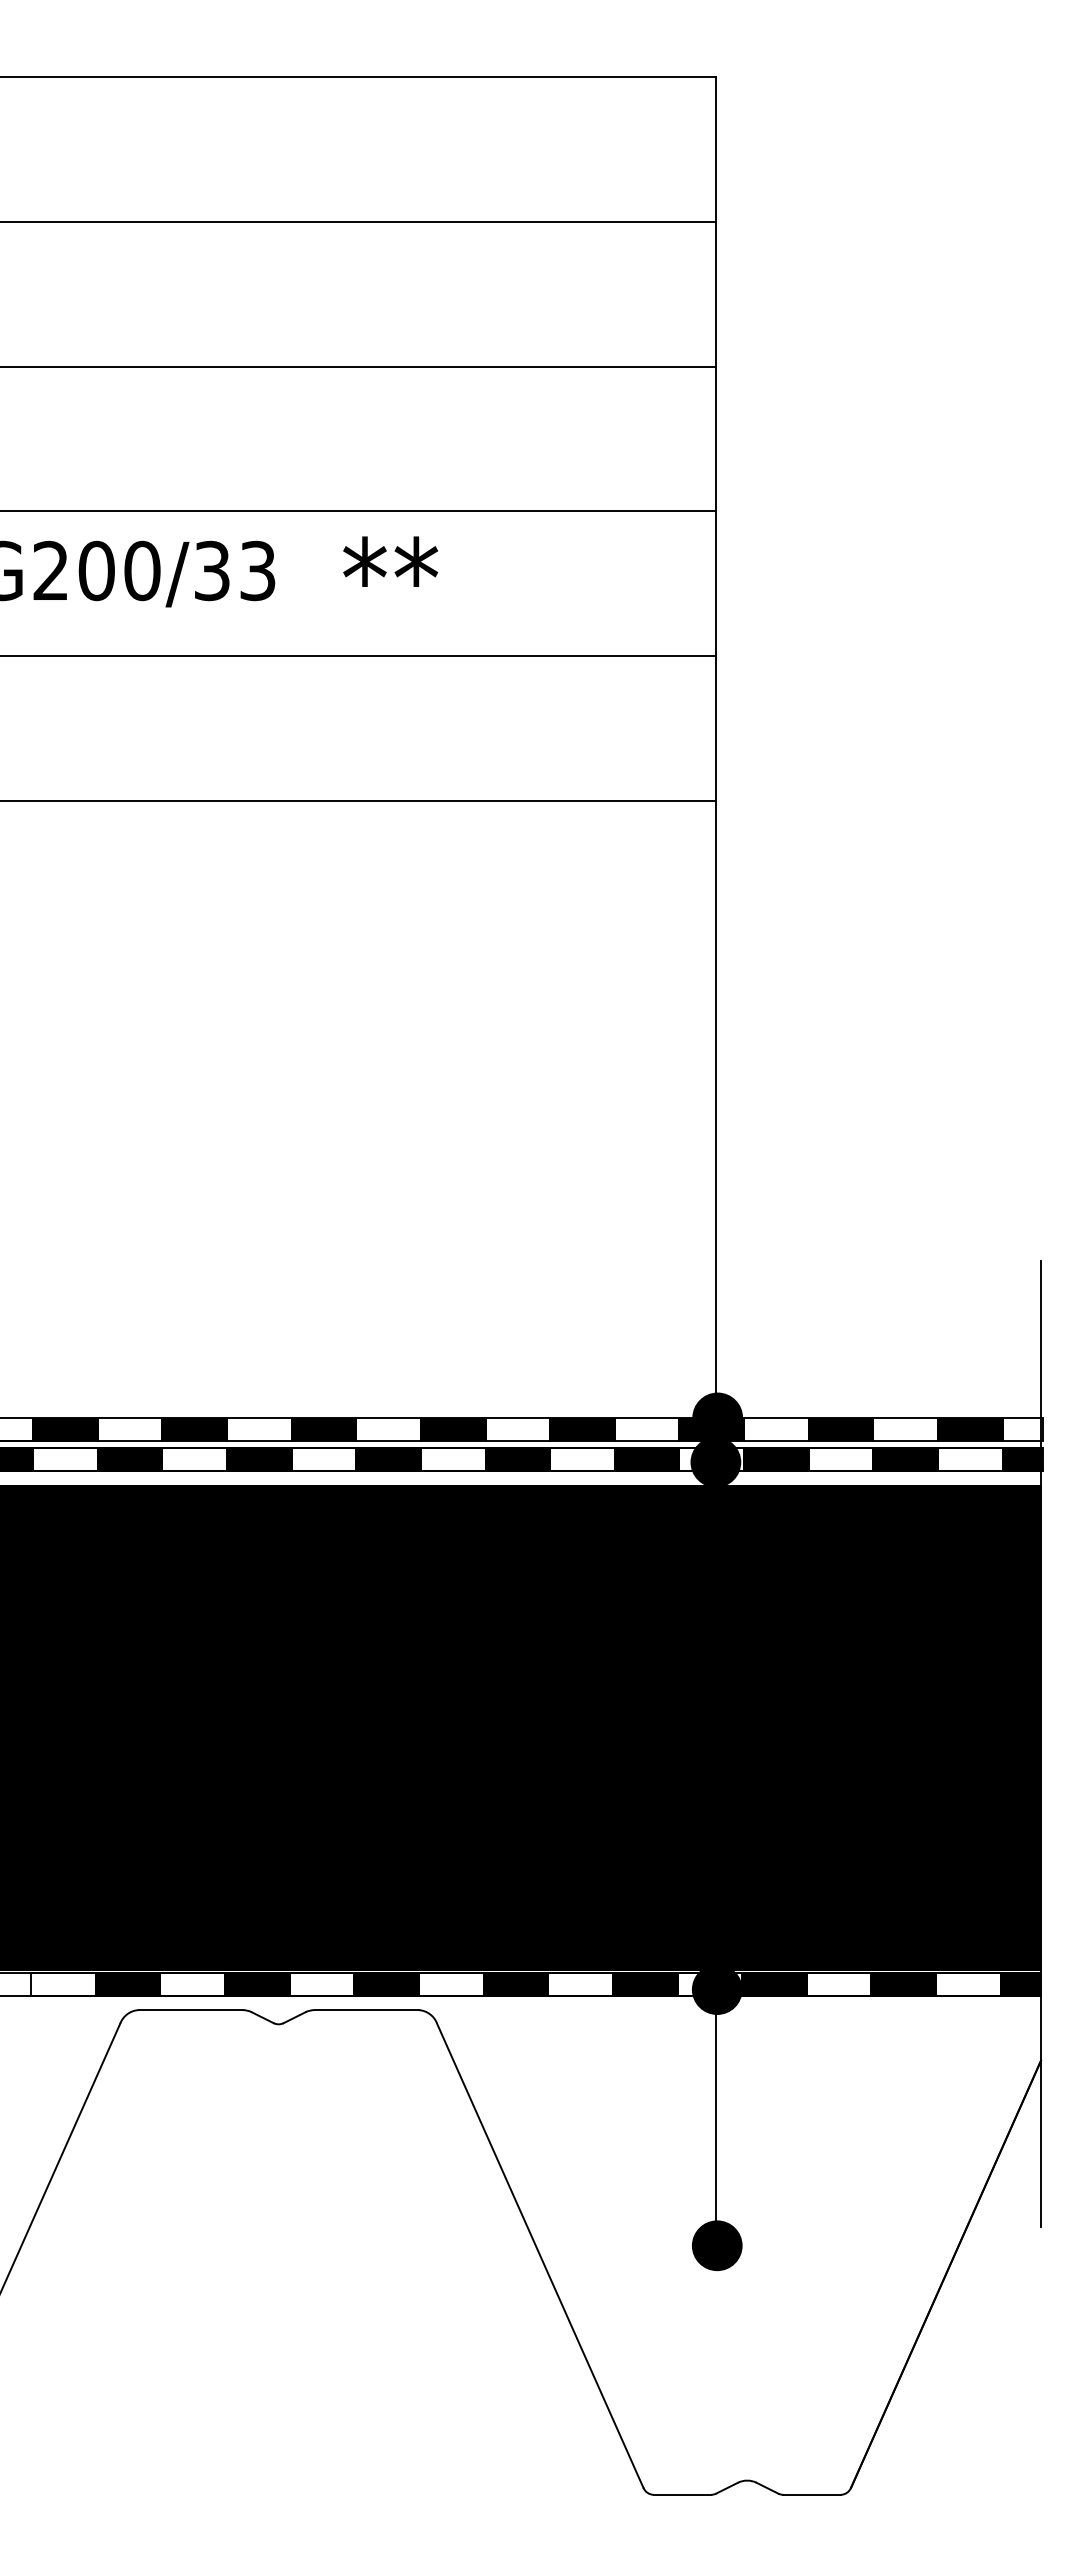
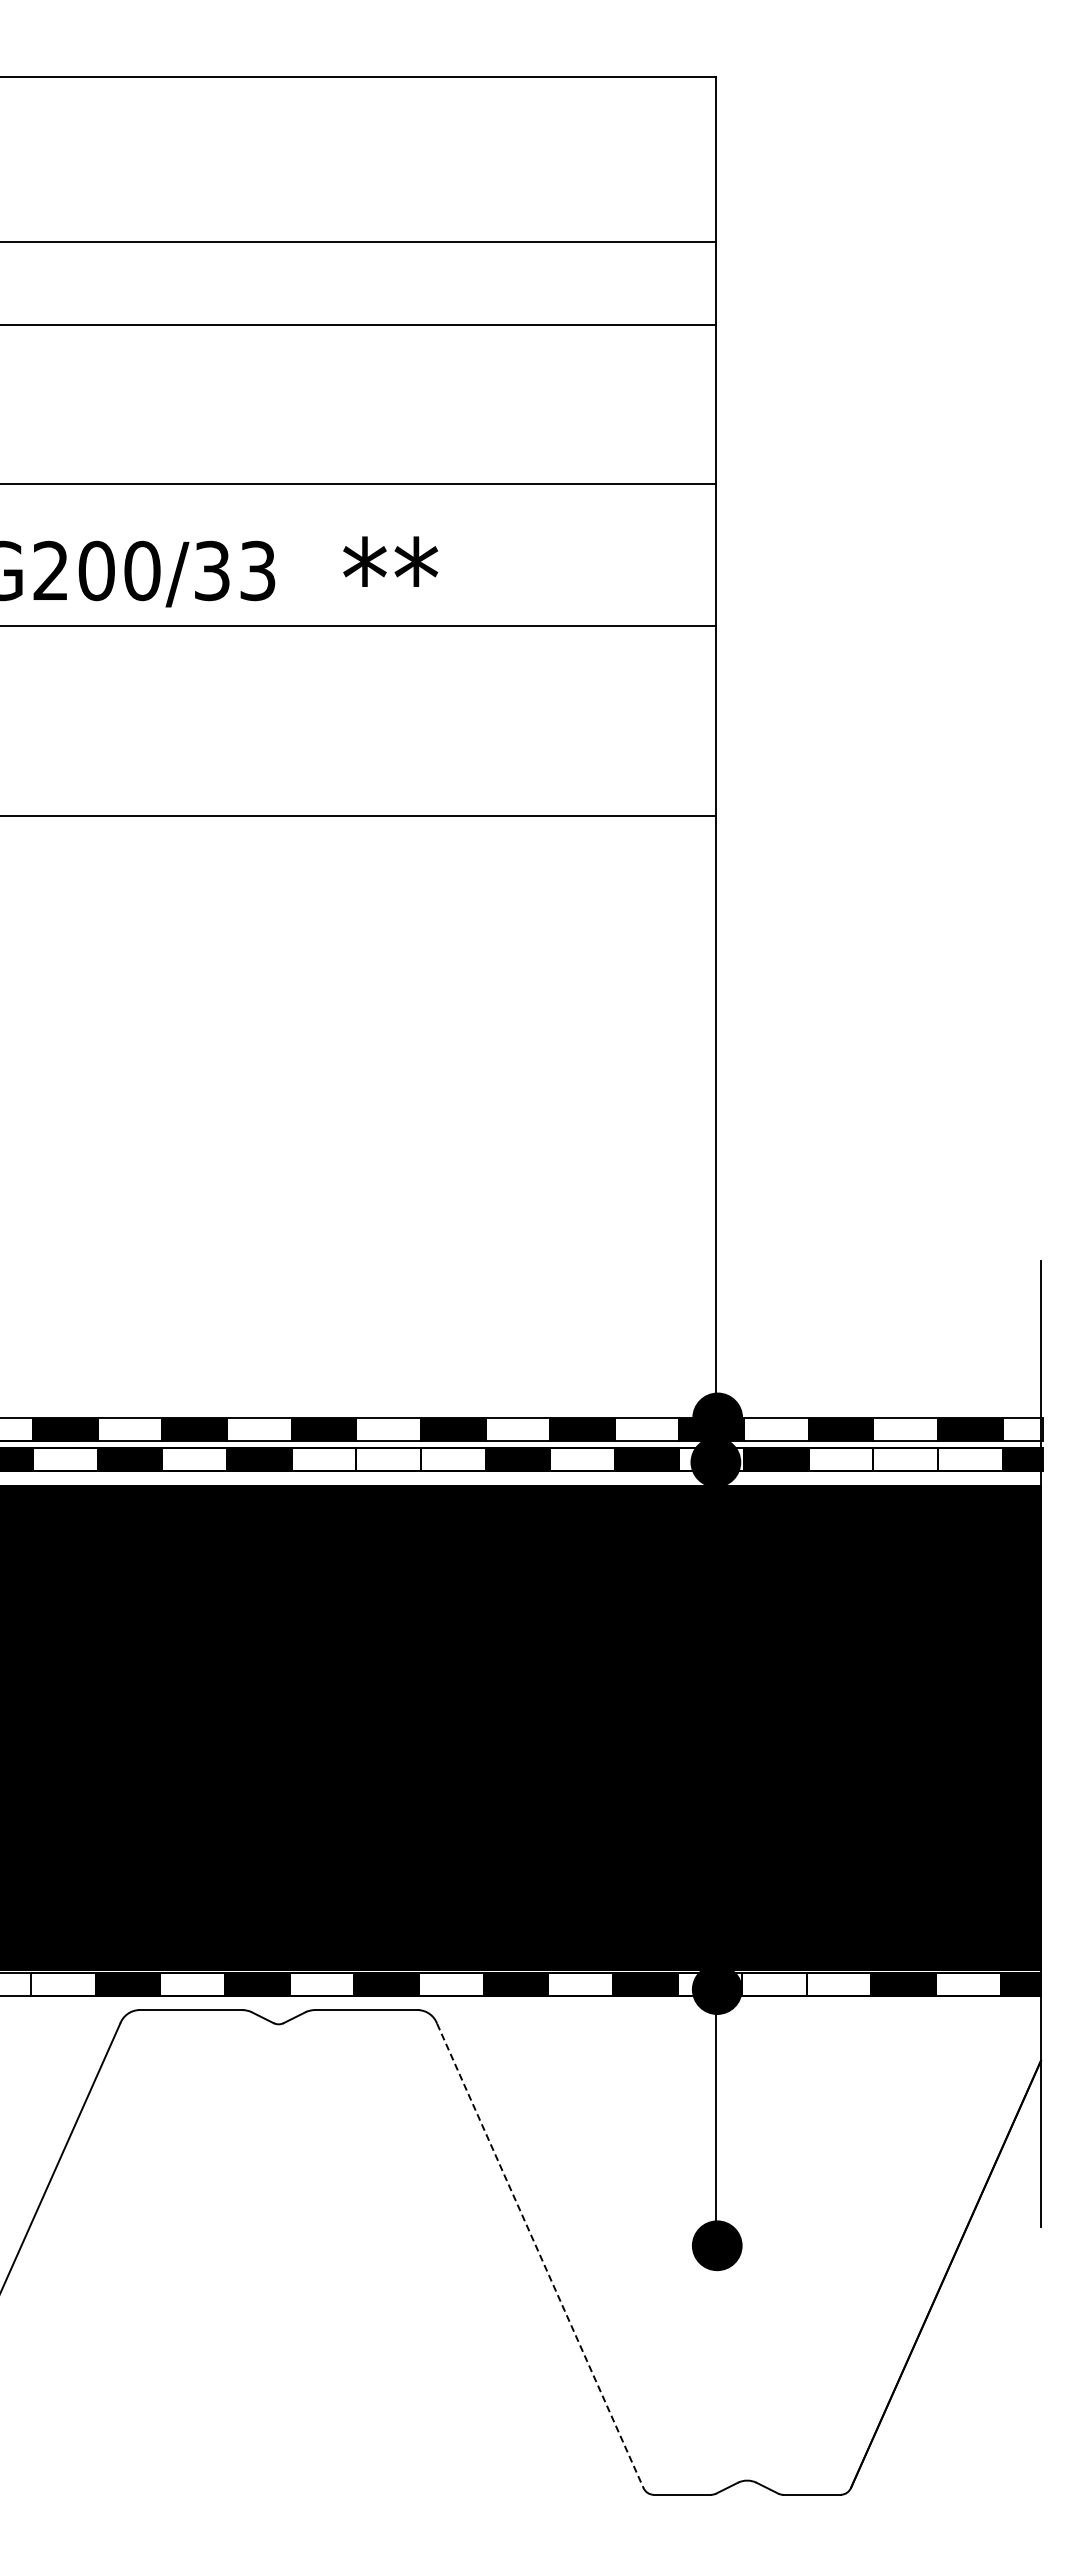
line at (358, 221) position: (358, 221) -> (358, 241)
line at (358, 366) position: (358, 366) -> (358, 324)
line at (358, 511) position: (358, 511) -> (358, 484)
line at (358, 656) position: (358, 656) -> (358, 626)
line at (358, 800) position: (358, 800) -> (358, 815)
fill at (388, 1459): present -> none
fill at (905, 1459): present -> none
fill at (774, 1984): present -> none
line at (540, 2255): solid -> dashed
